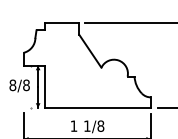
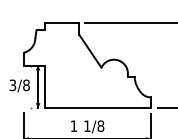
text at (12, 85): 8/8 -> 3/8
